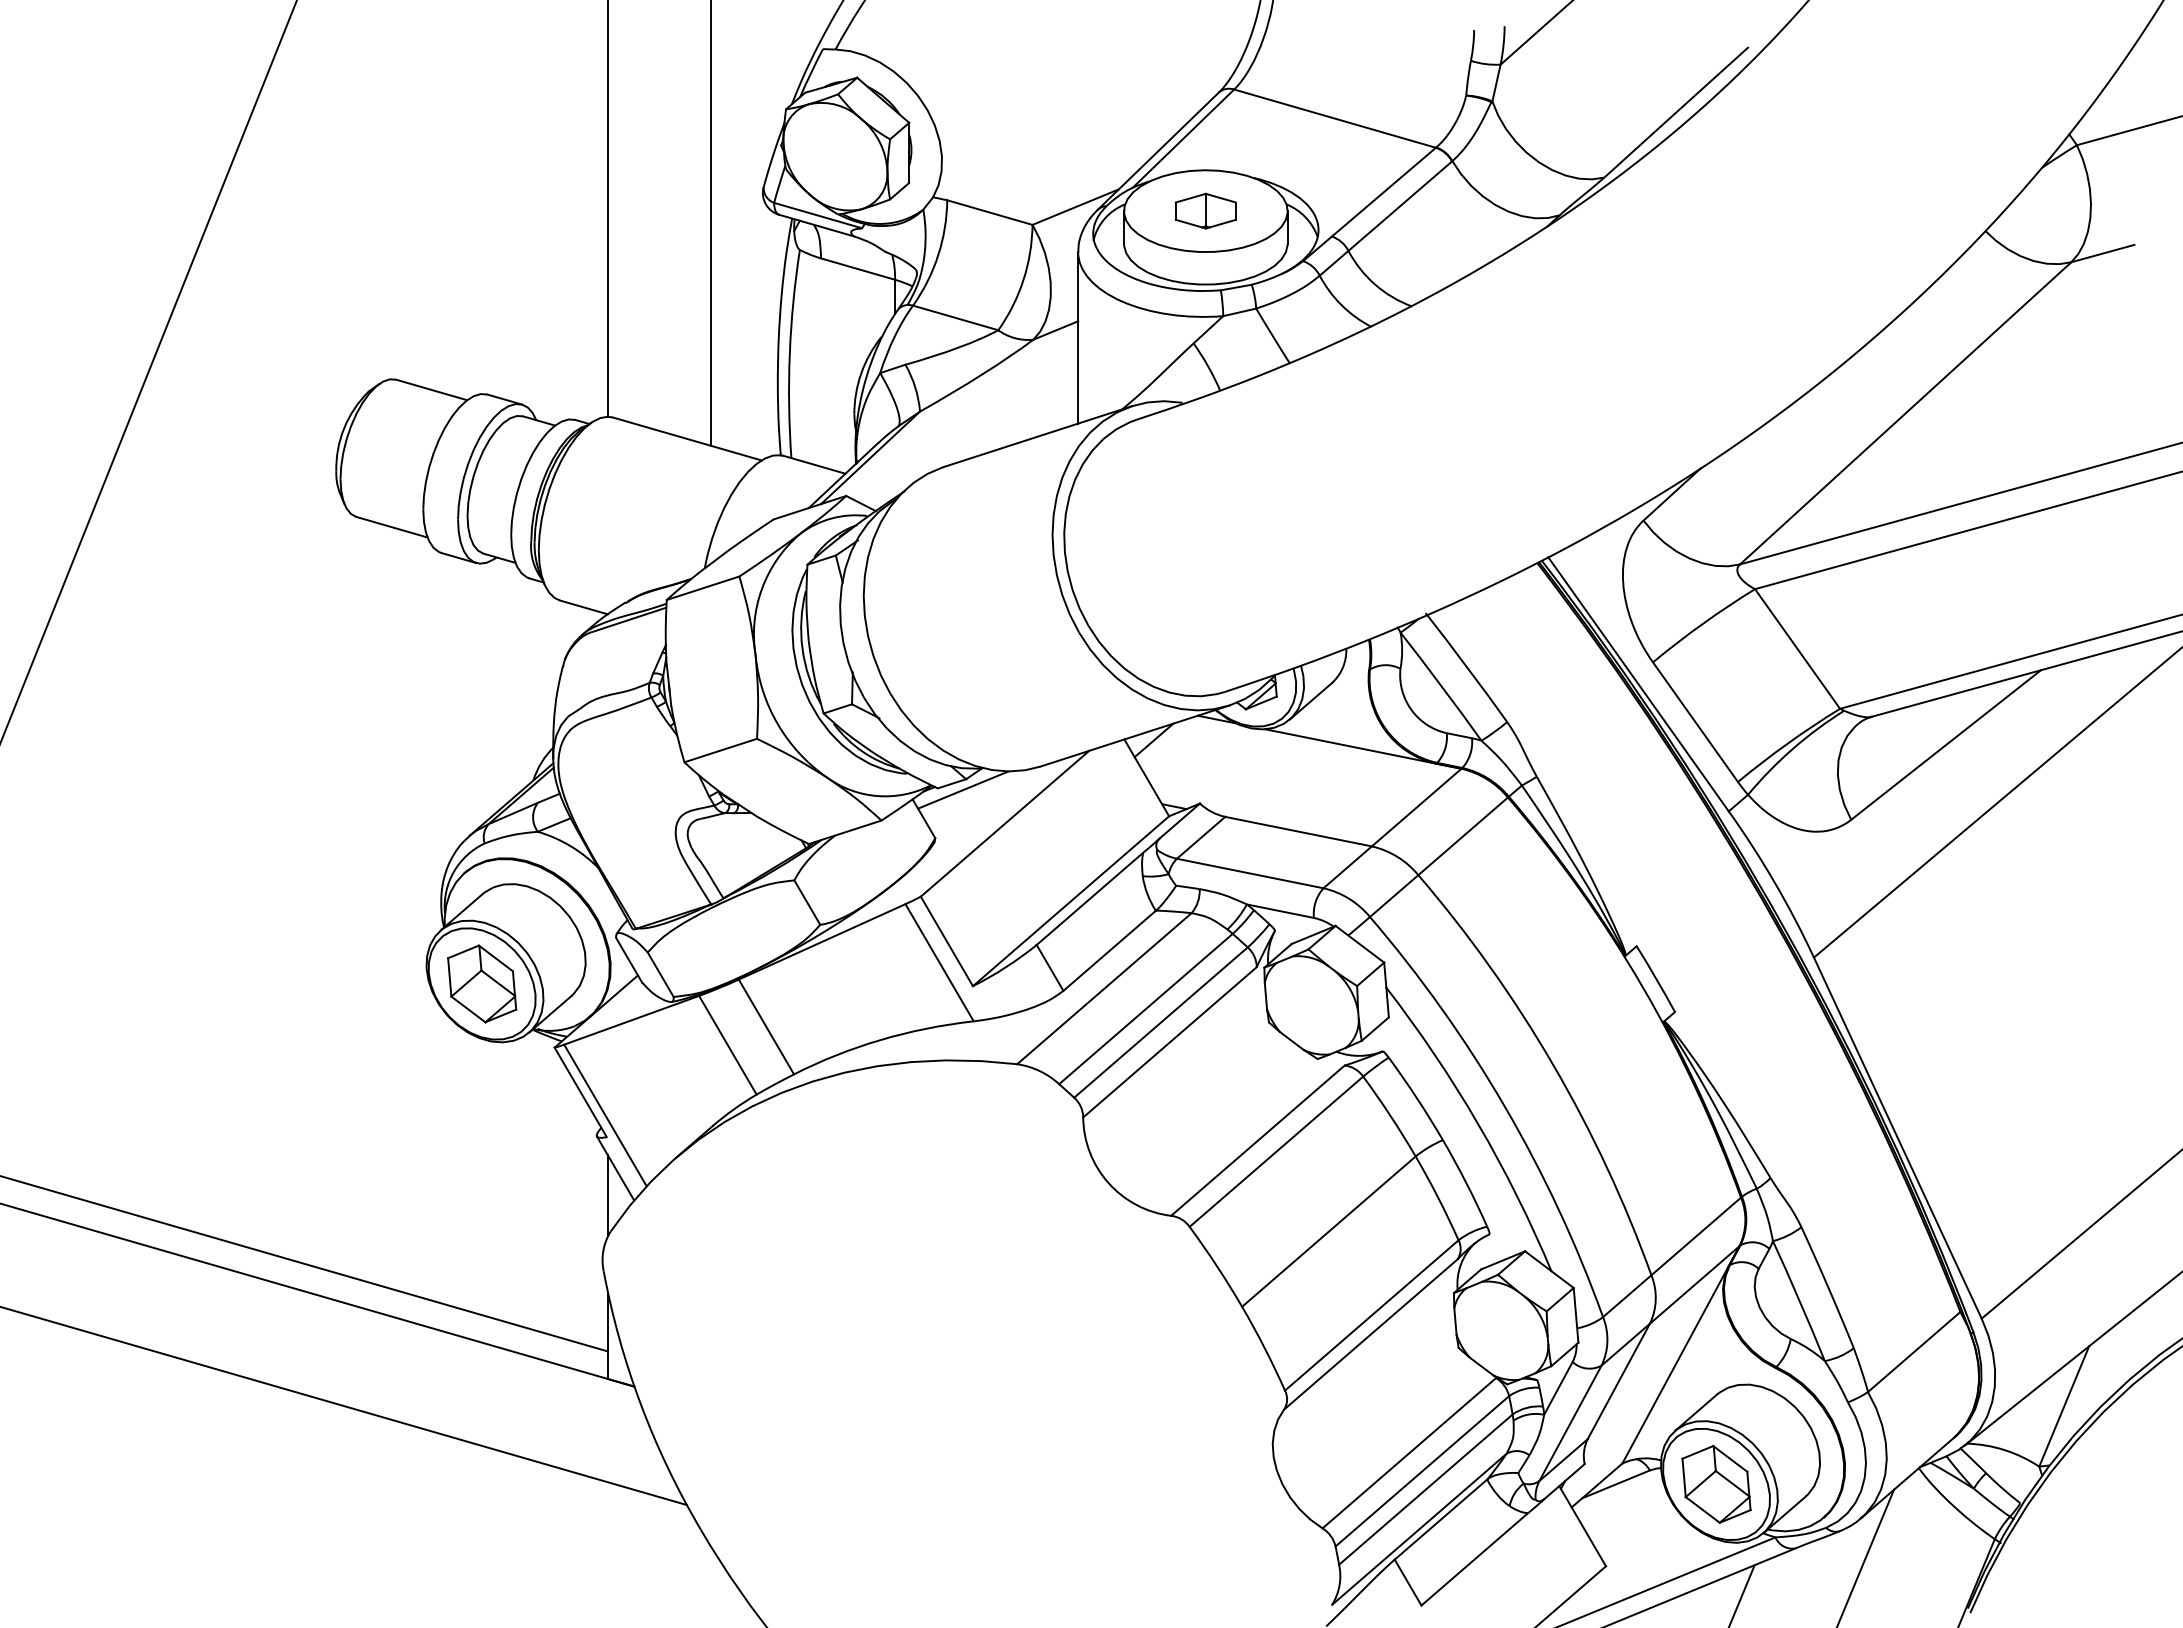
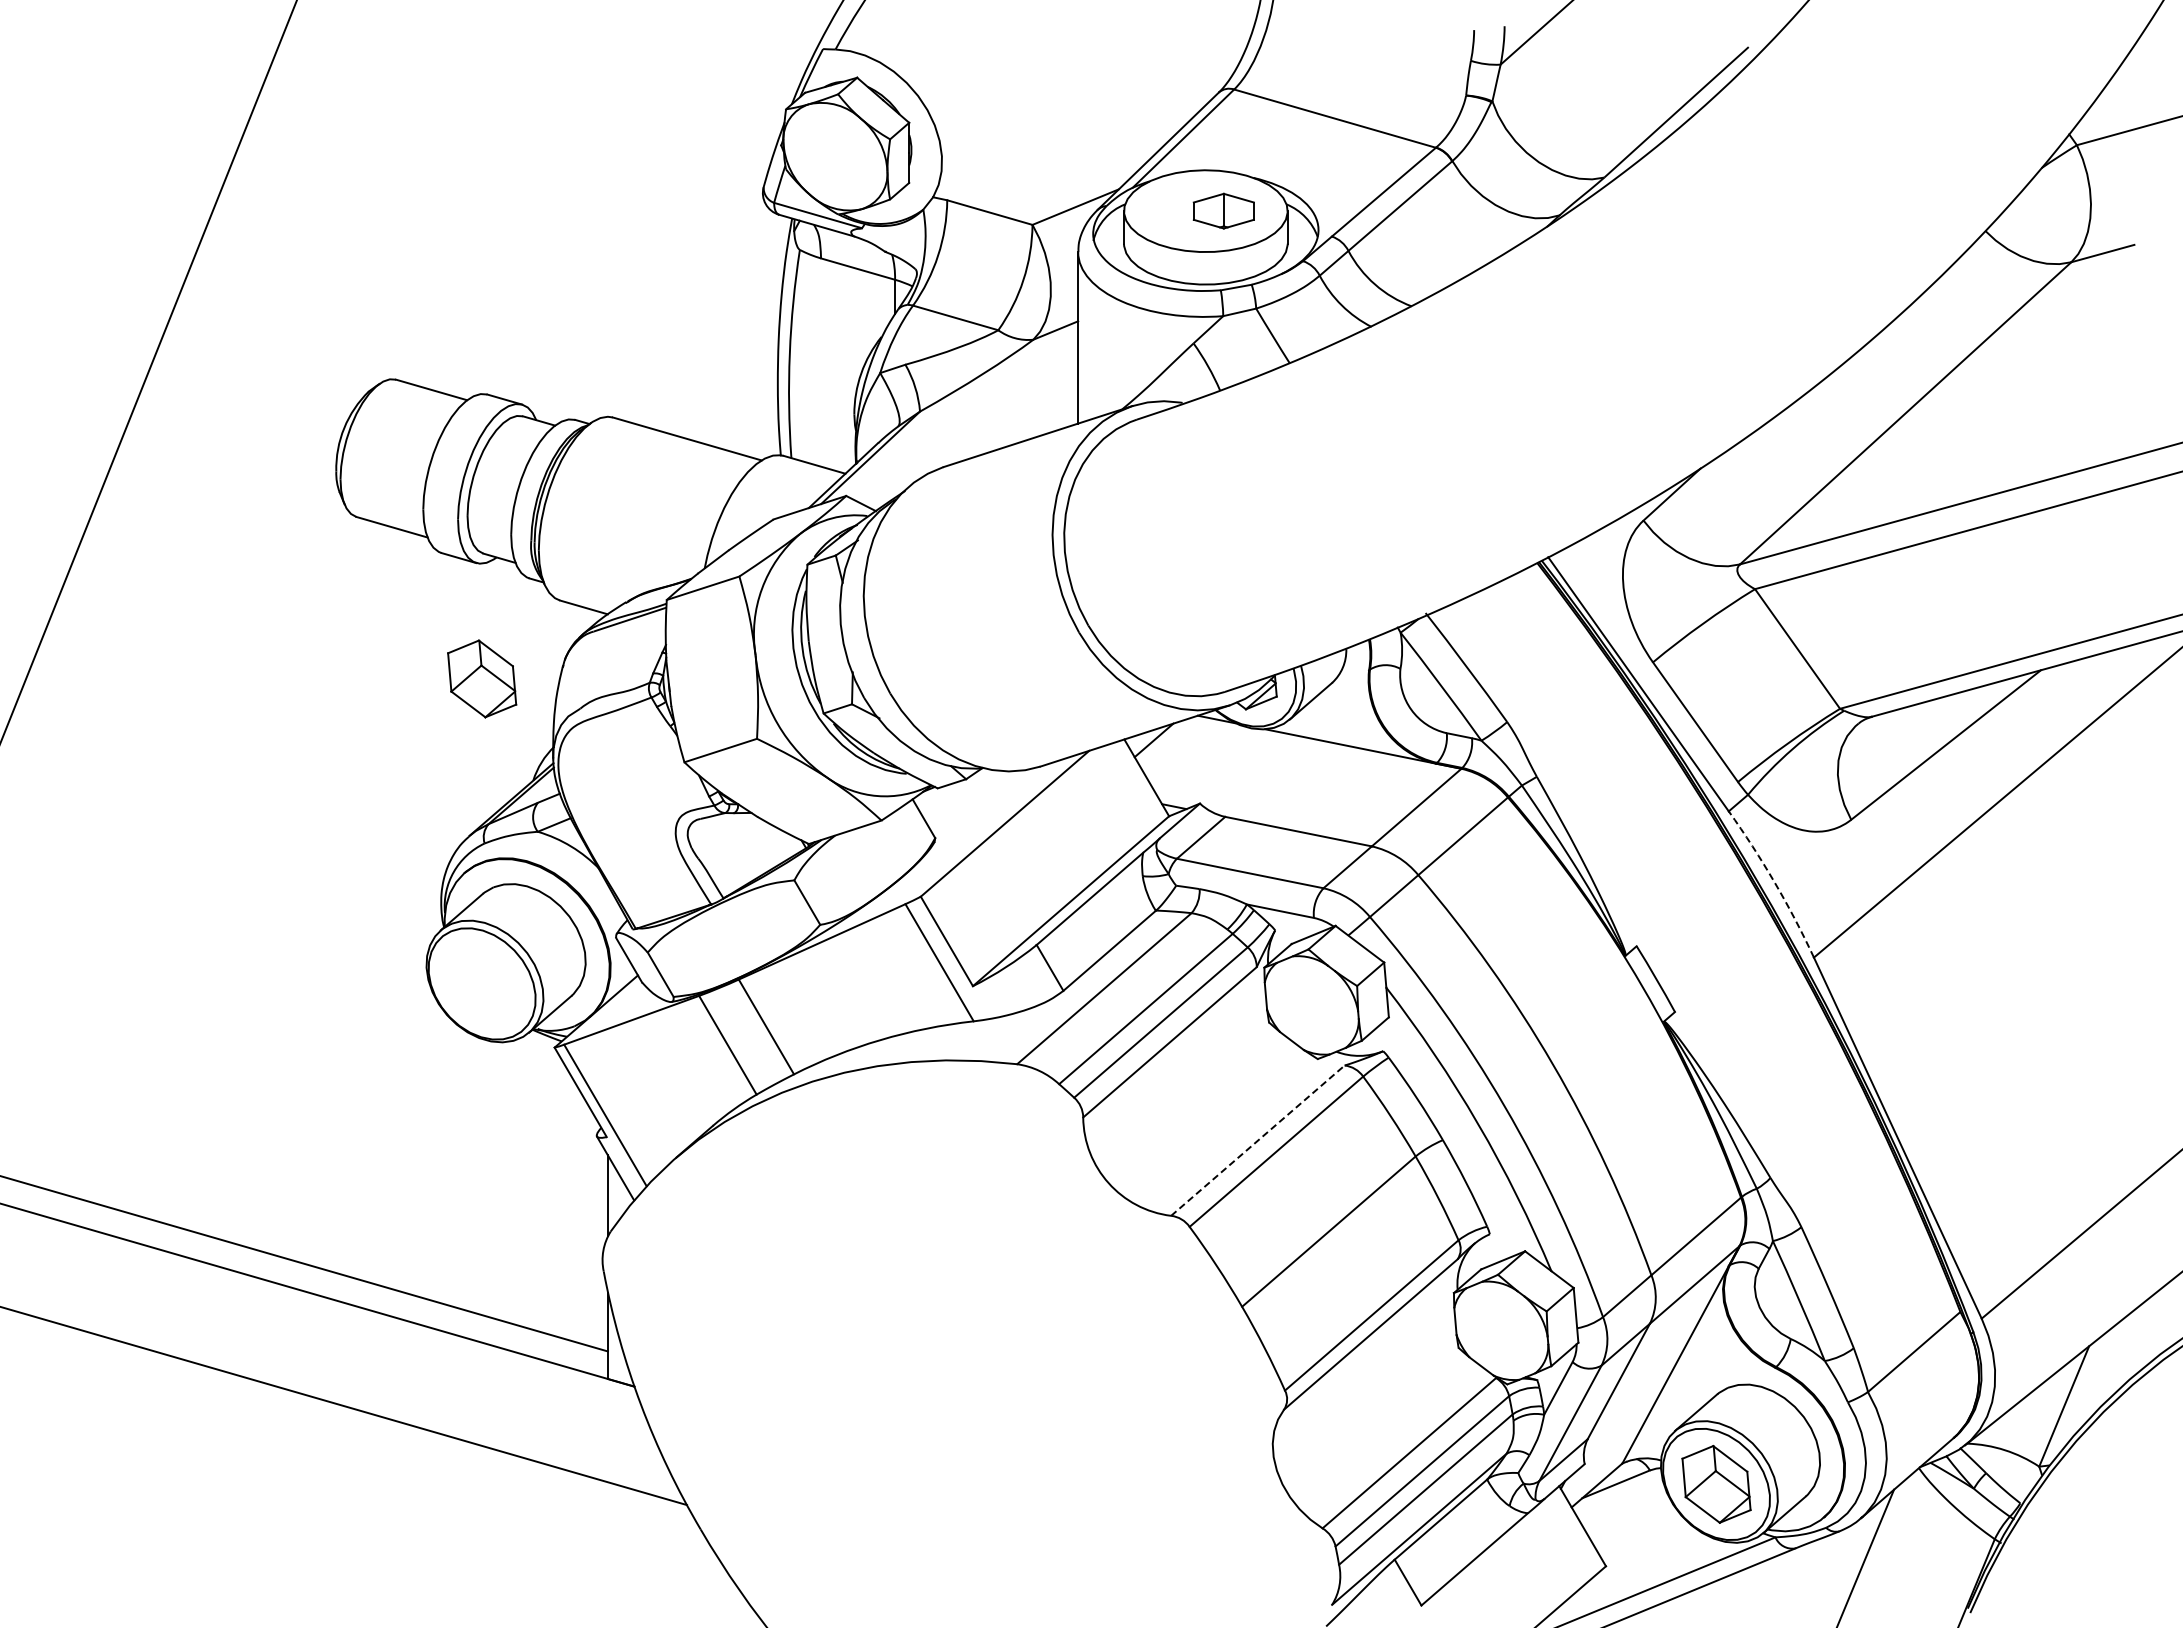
line at (607, 209): present -> none
part at (1205, 210) position: (1205, 210) -> (1223, 210)
line at (711, 223): present -> none
line at (963, 789): present -> none
arc at (1774, 882): solid -> dashed
part at (482, 983) position: (482, 983) -> (482, 678)
line at (1257, 1140): solid -> dashed
line at (1742, 1594): present -> none
